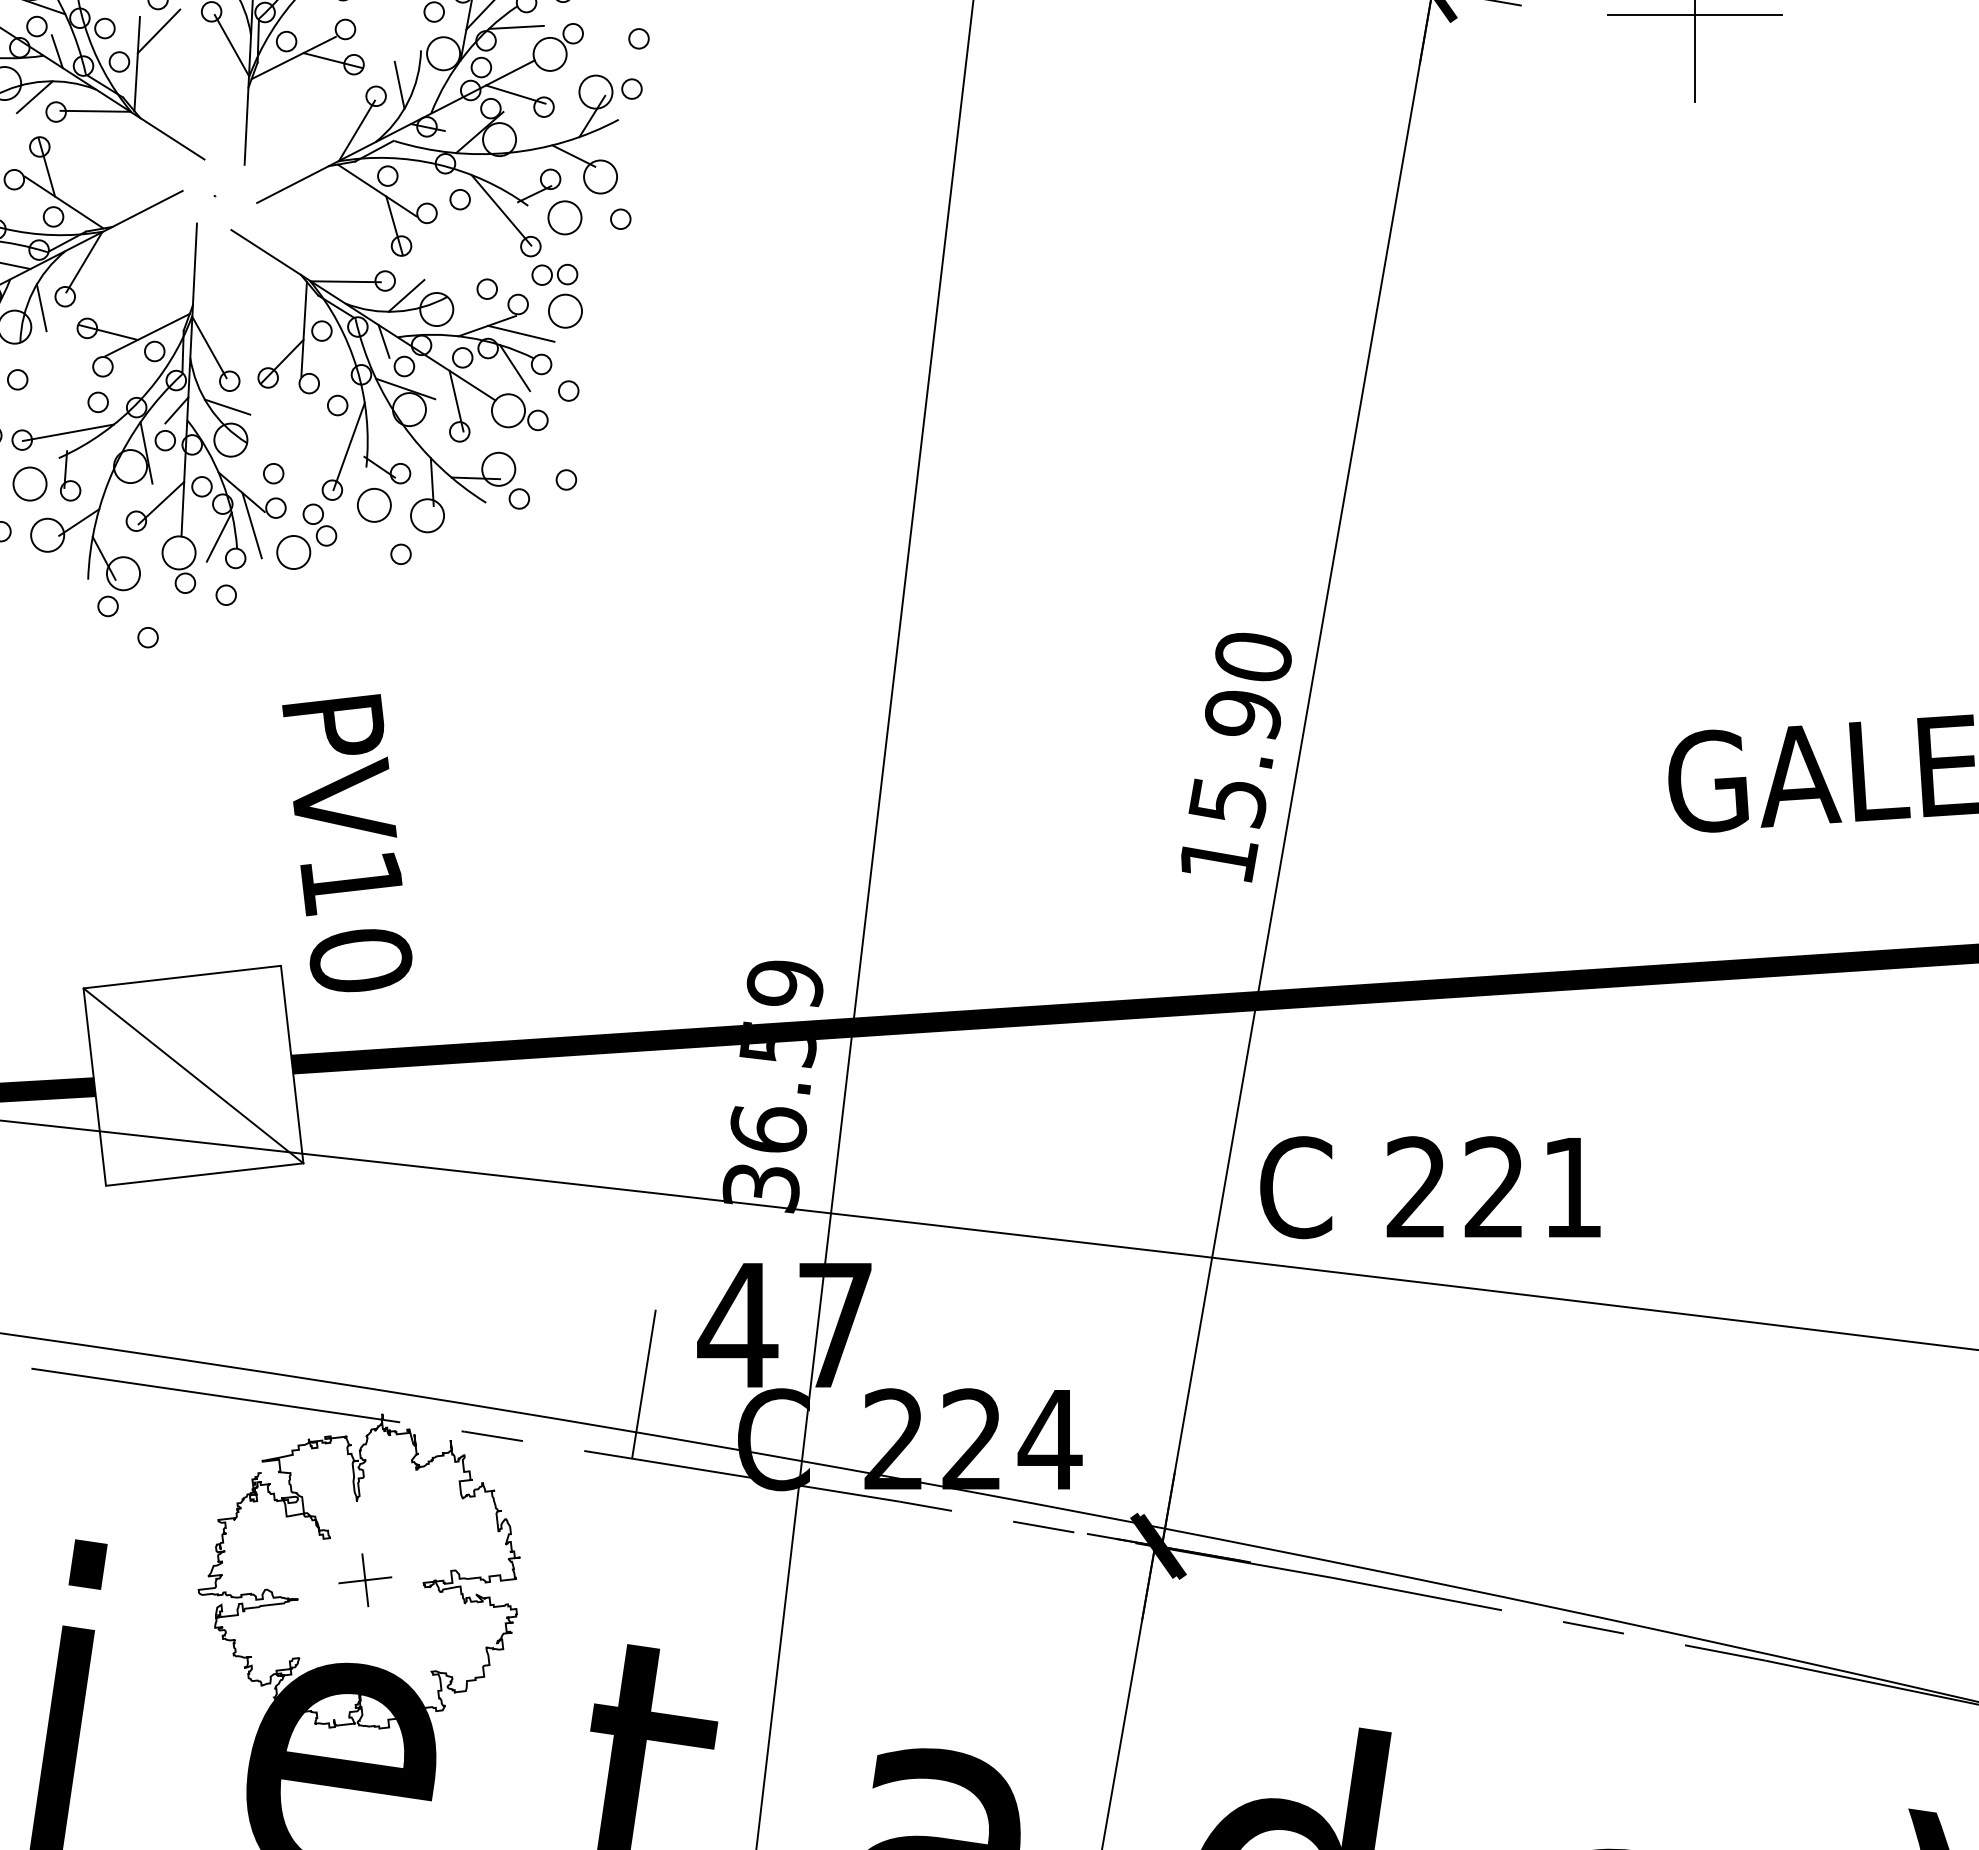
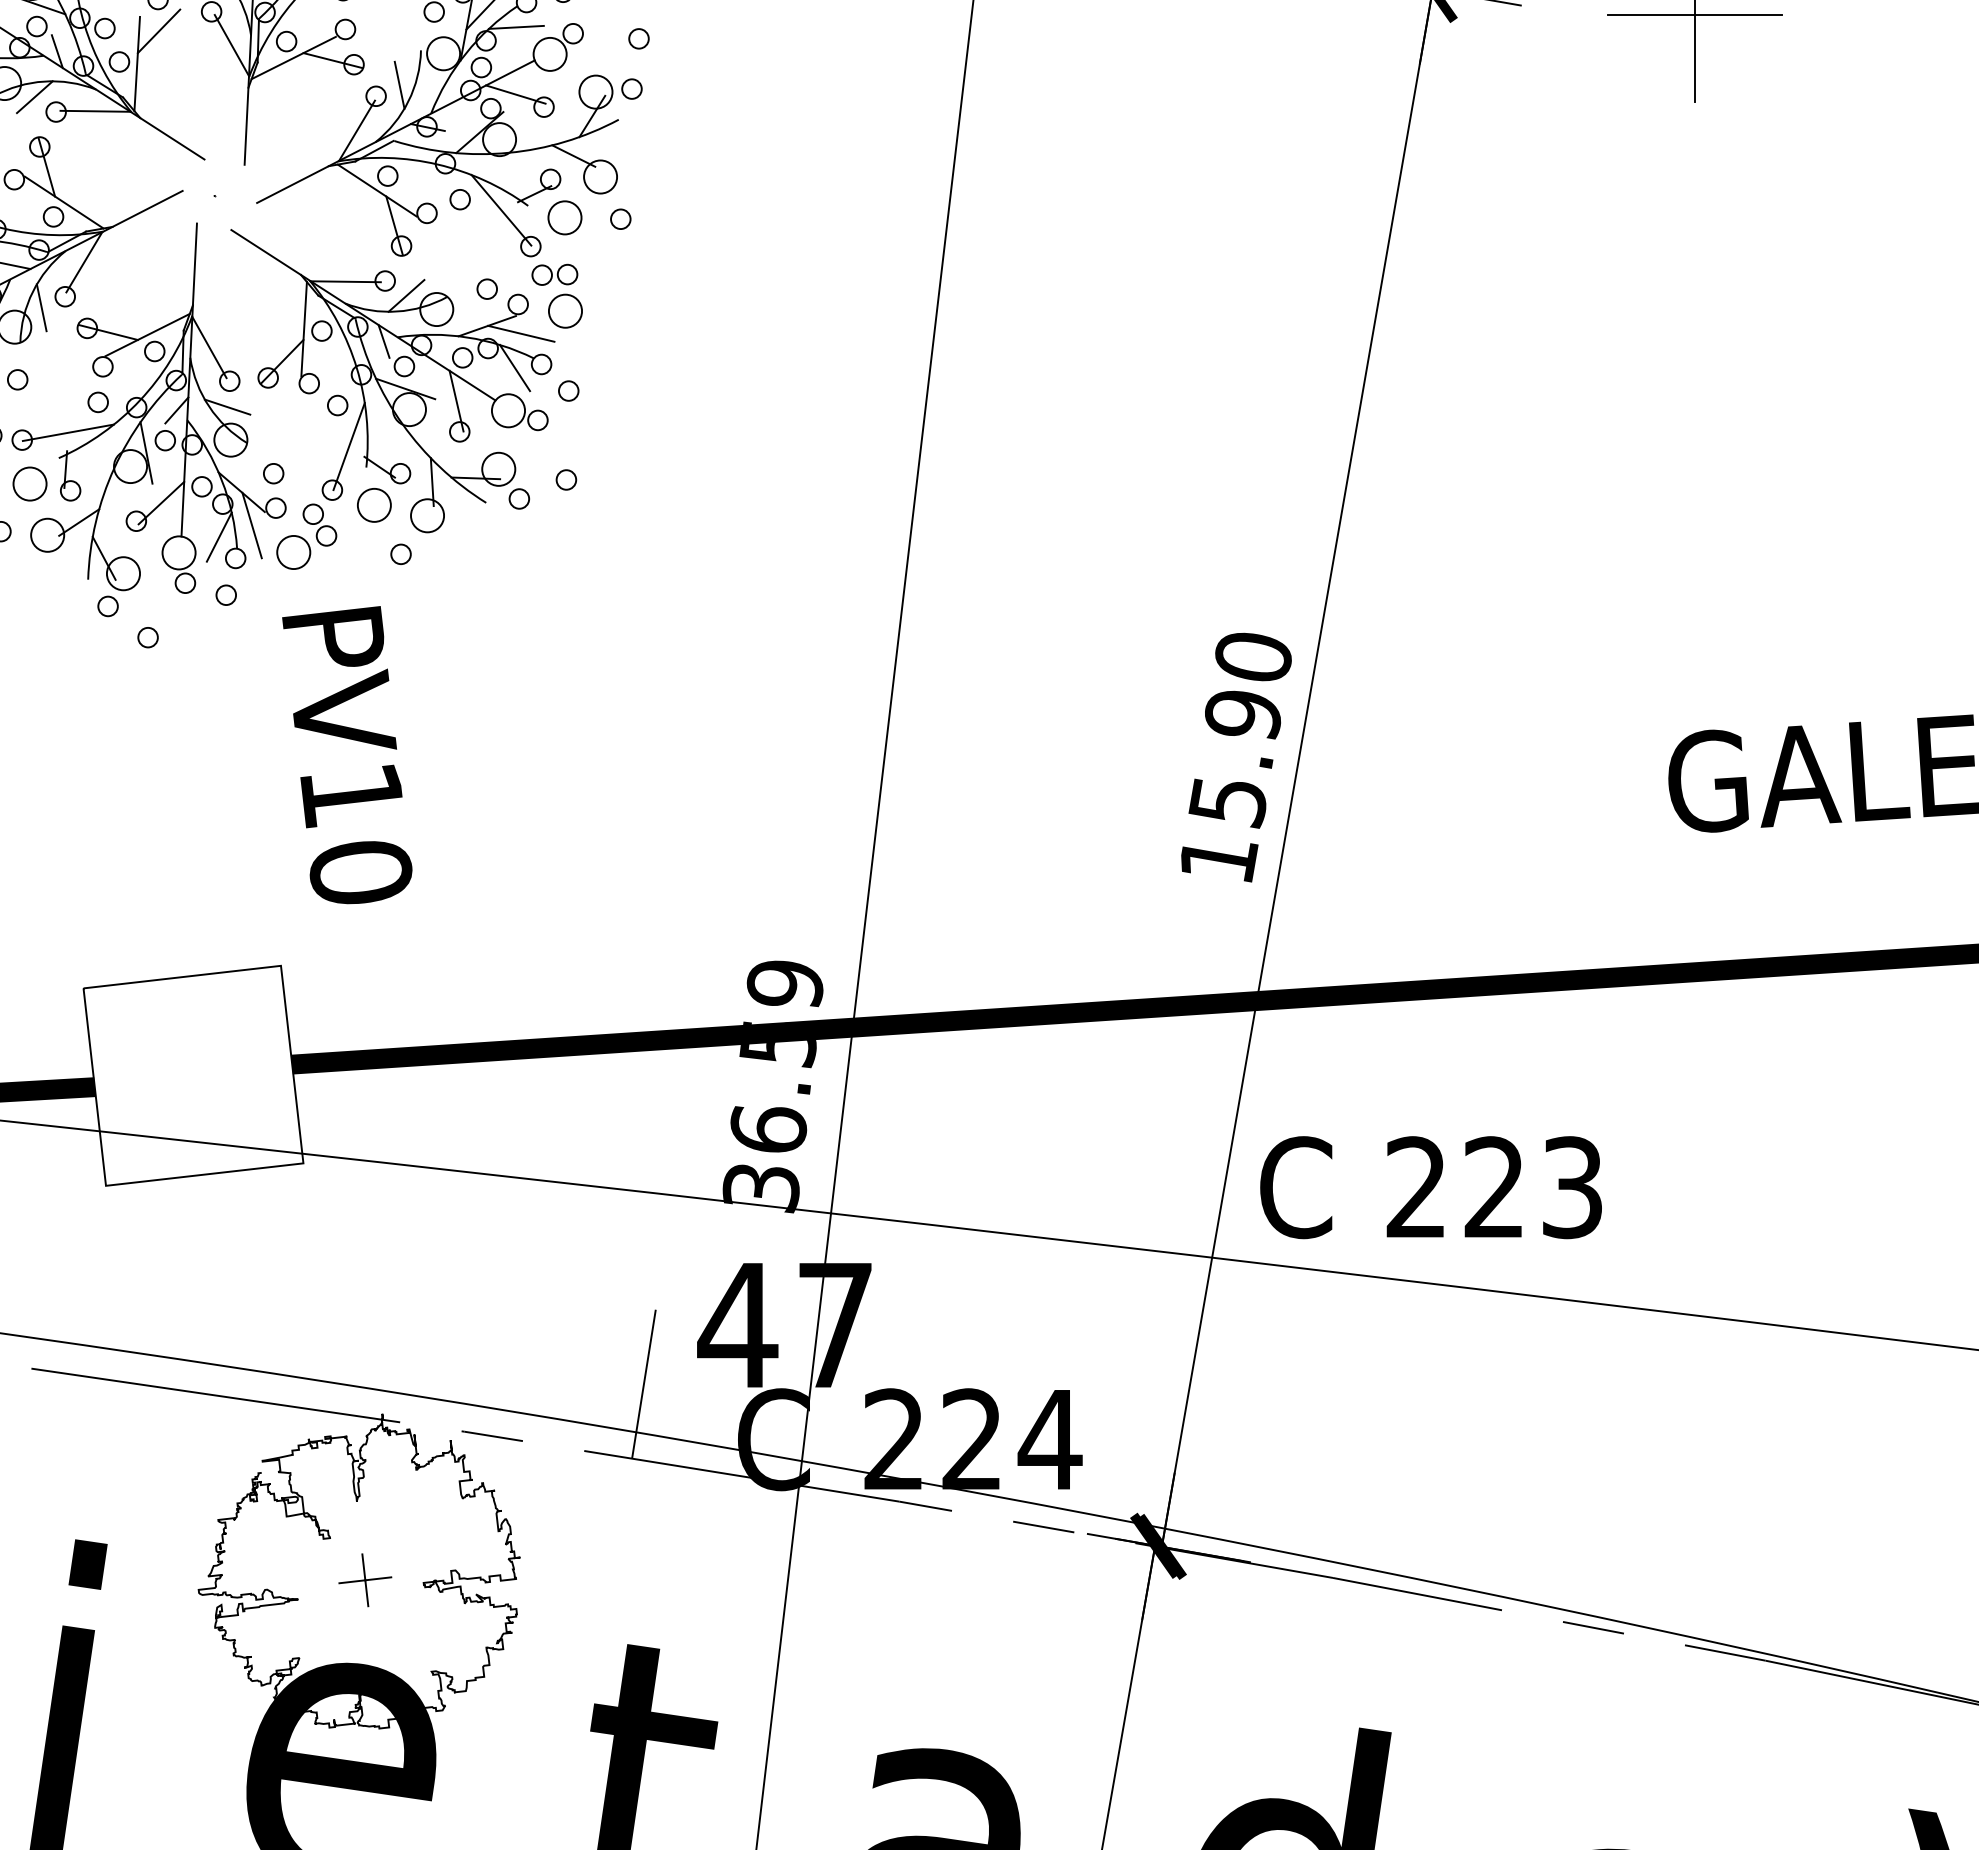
text at (347, 843) position: (347, 843) -> (347, 755)
line at (193, 1075): present -> none
text at (1572, 1187): 221 -> 223
